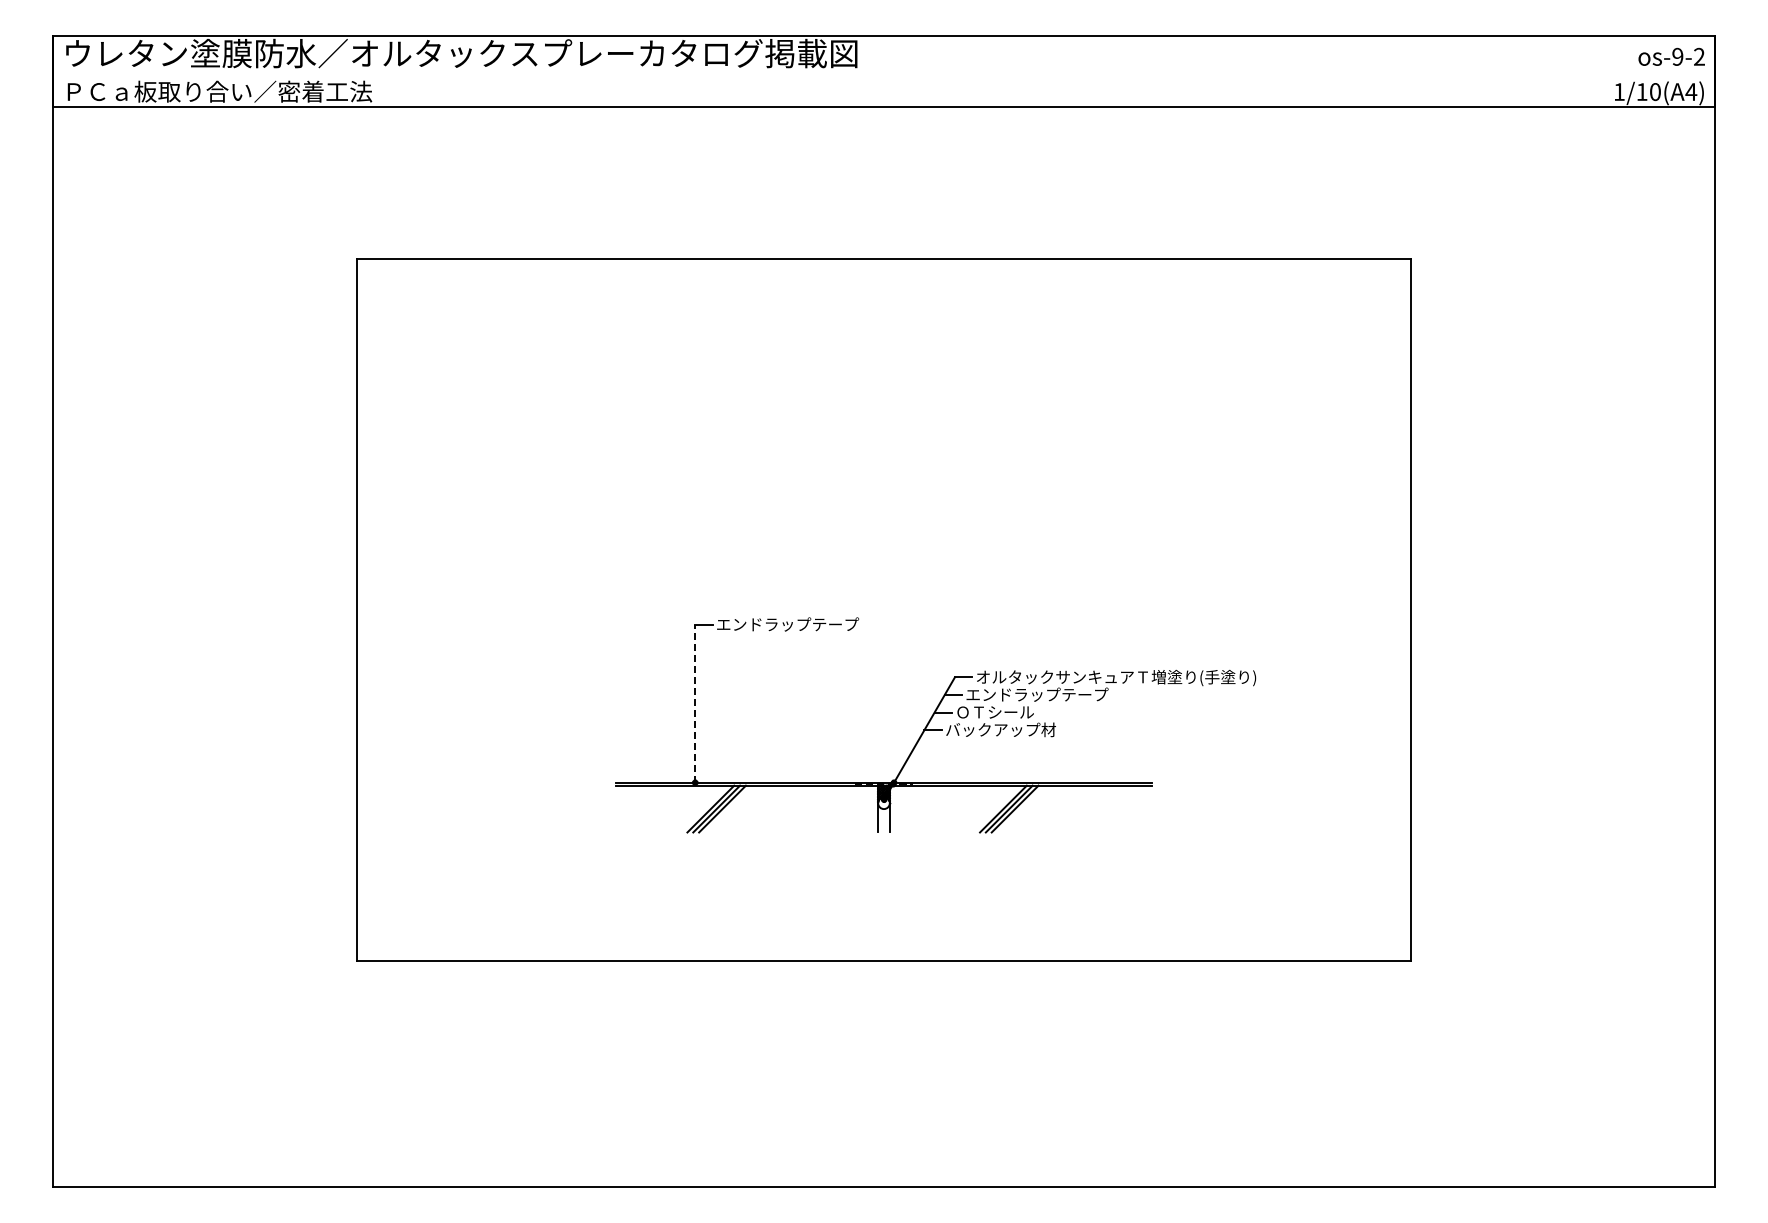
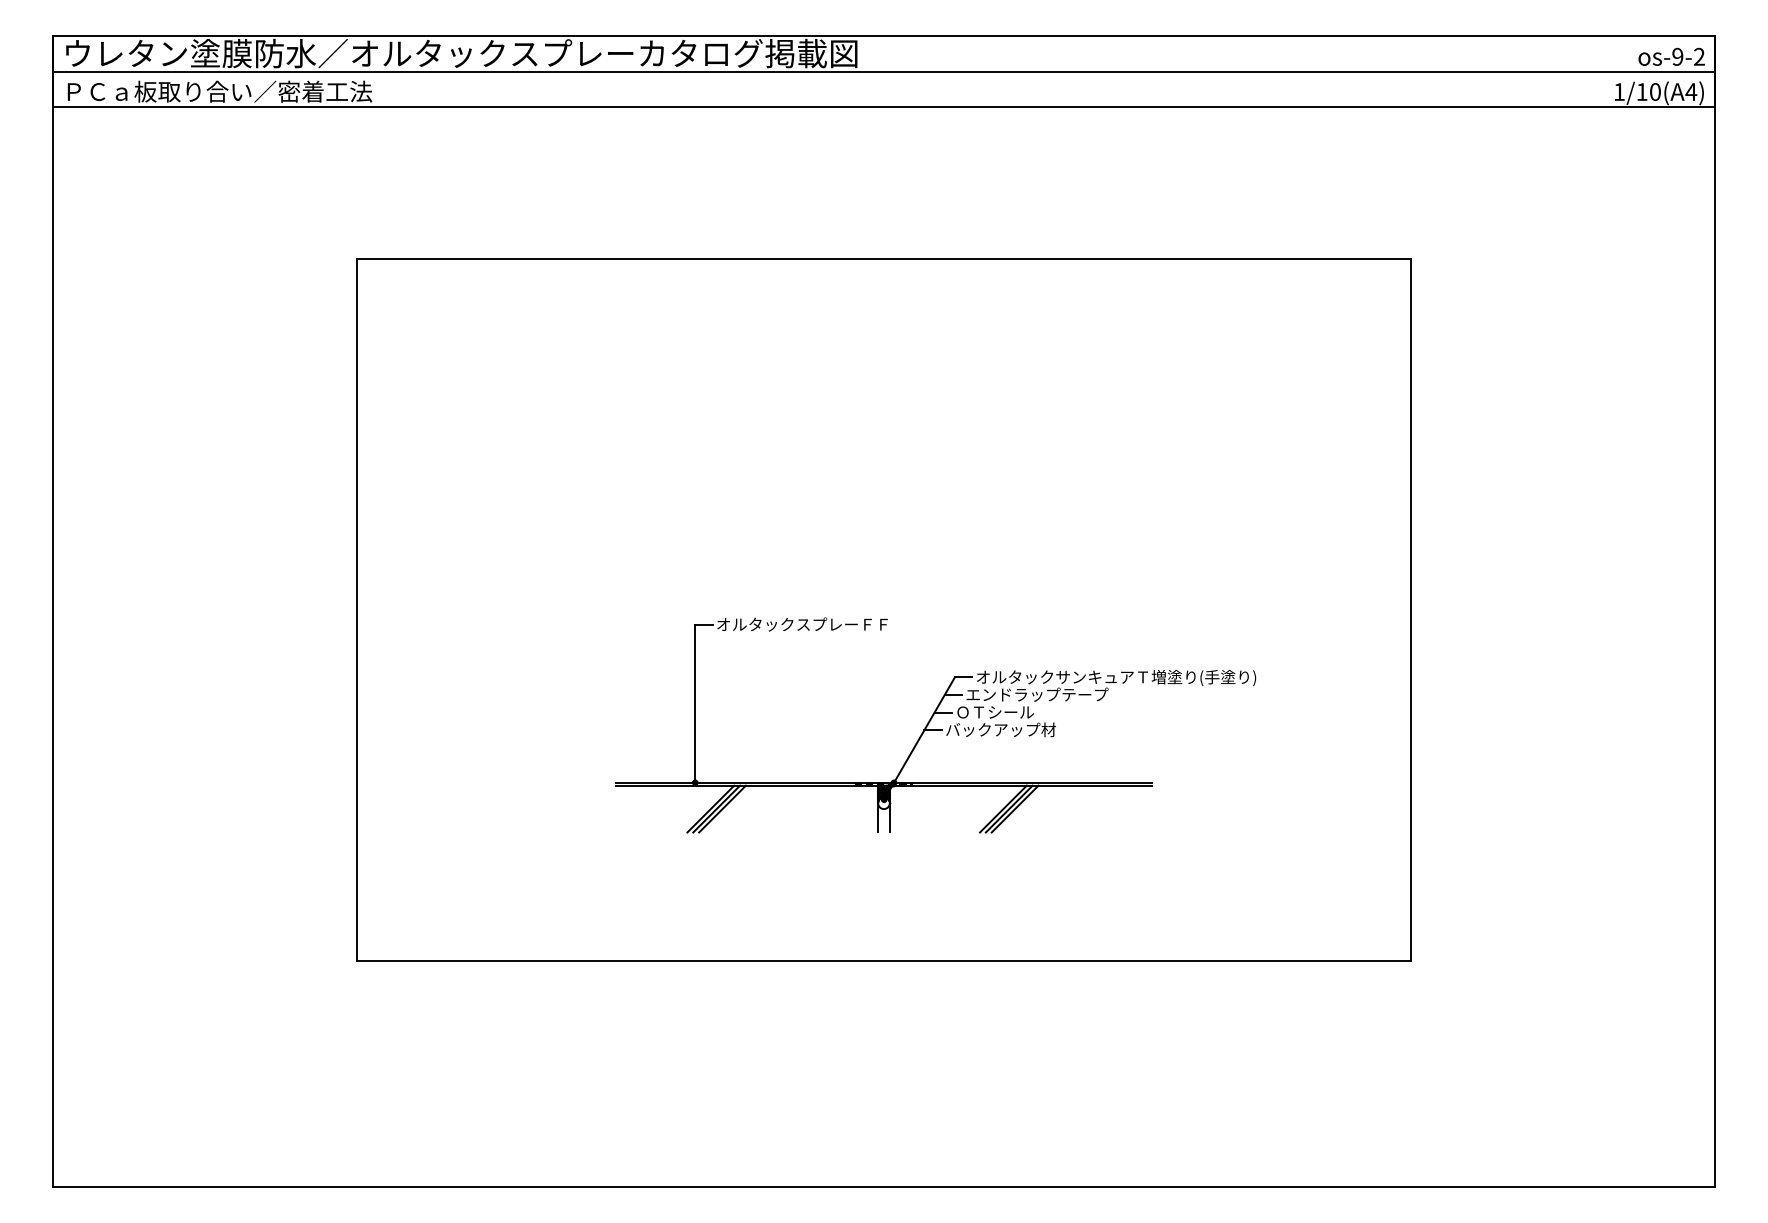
line at (883, 71): none -> present
text at (802, 624): エンドラップテープ -> オルタックスプレーＦＦ
line at (695, 703): dashed -> solid
